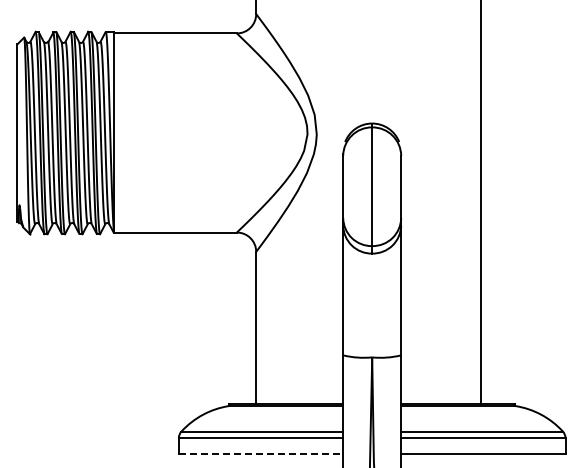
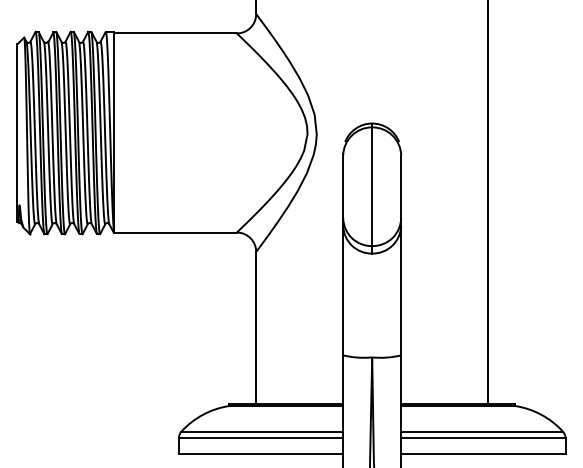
line at (481, 202) position: (481, 202) -> (488, 202)
line at (261, 453): dashed -> solid
